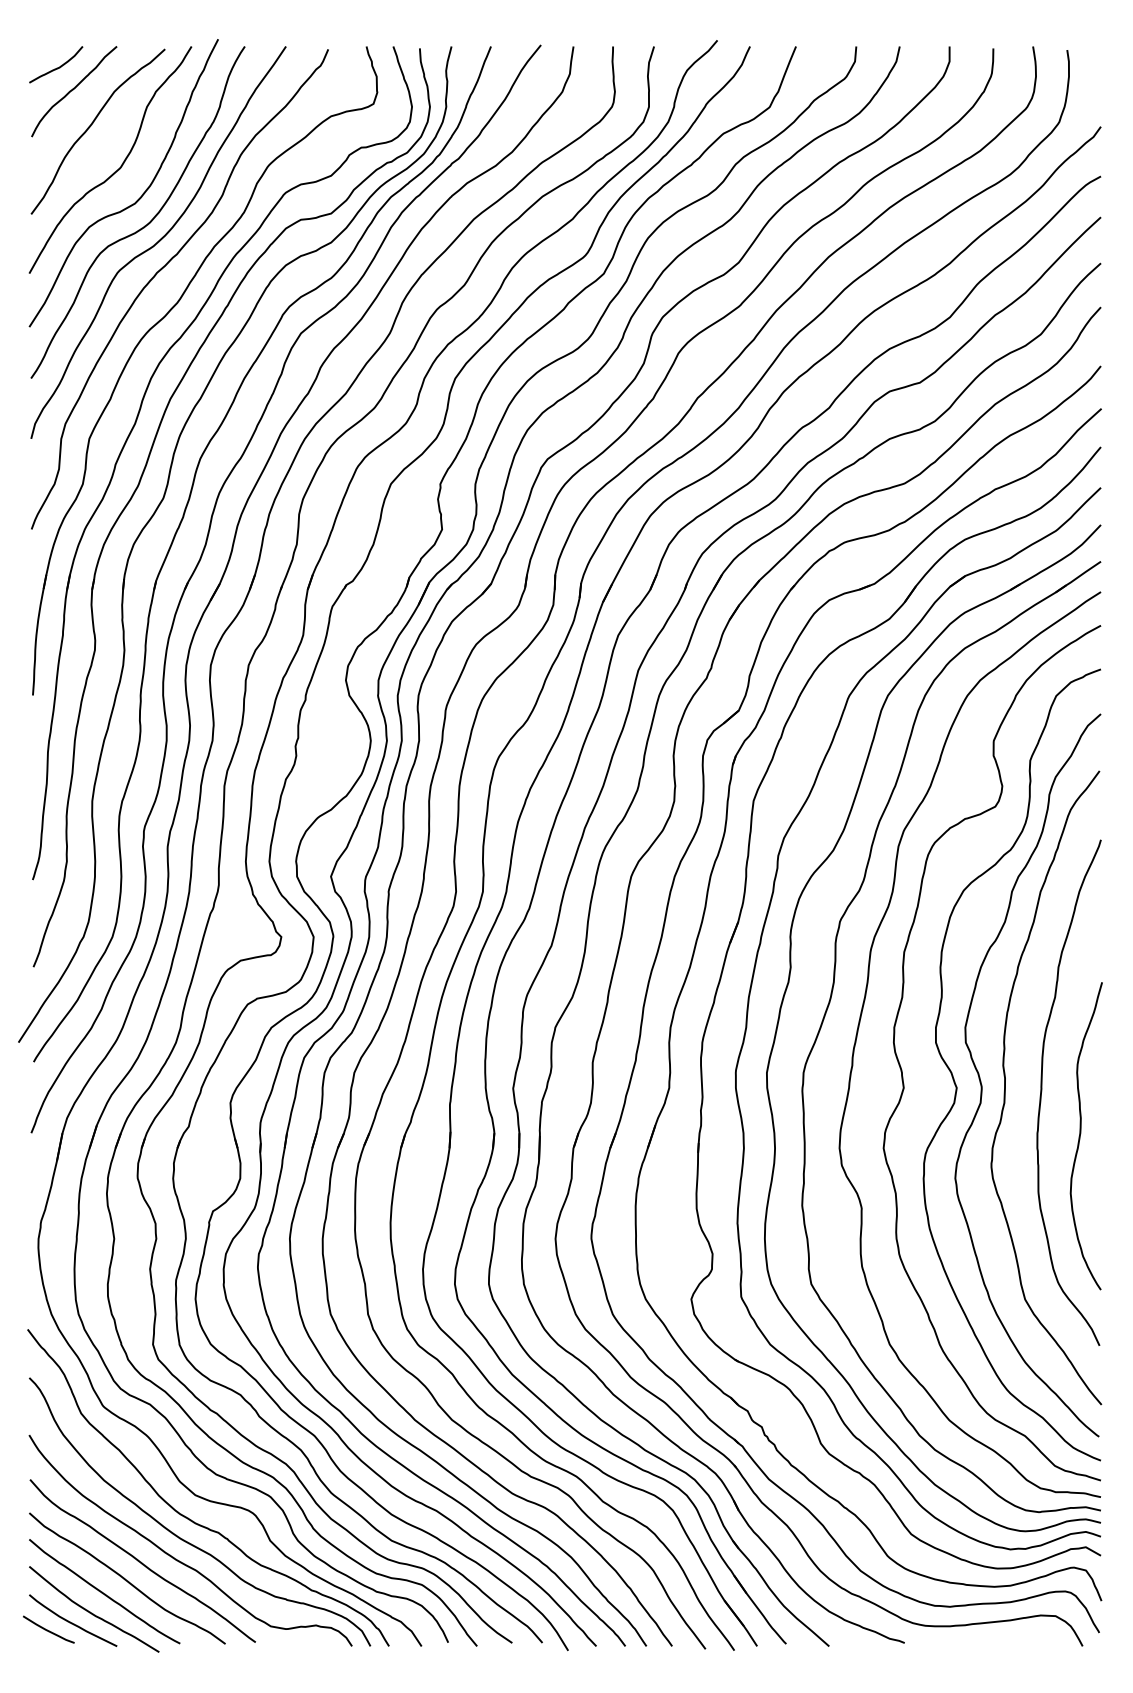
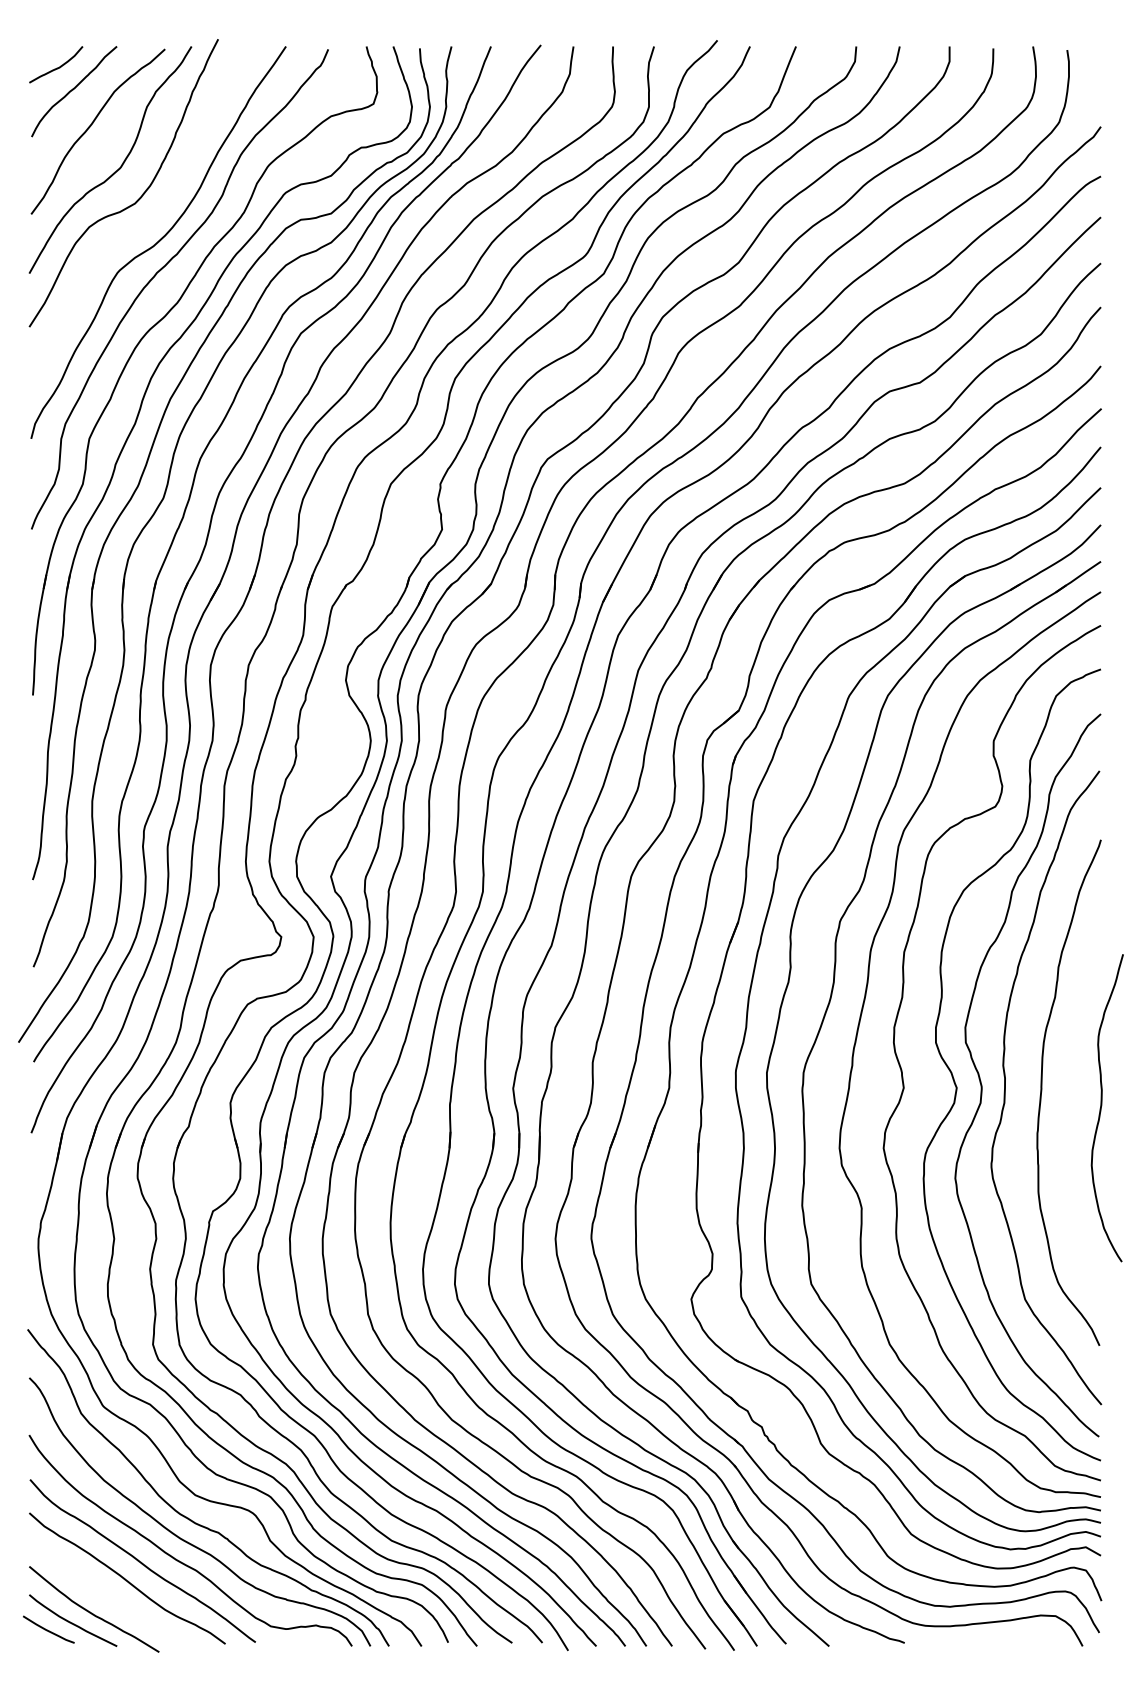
curve at (144, 225): present -> none
curve at (1081, 1133) position: (1081, 1133) -> (1102, 1105)
curve at (103, 1592): present -> none
